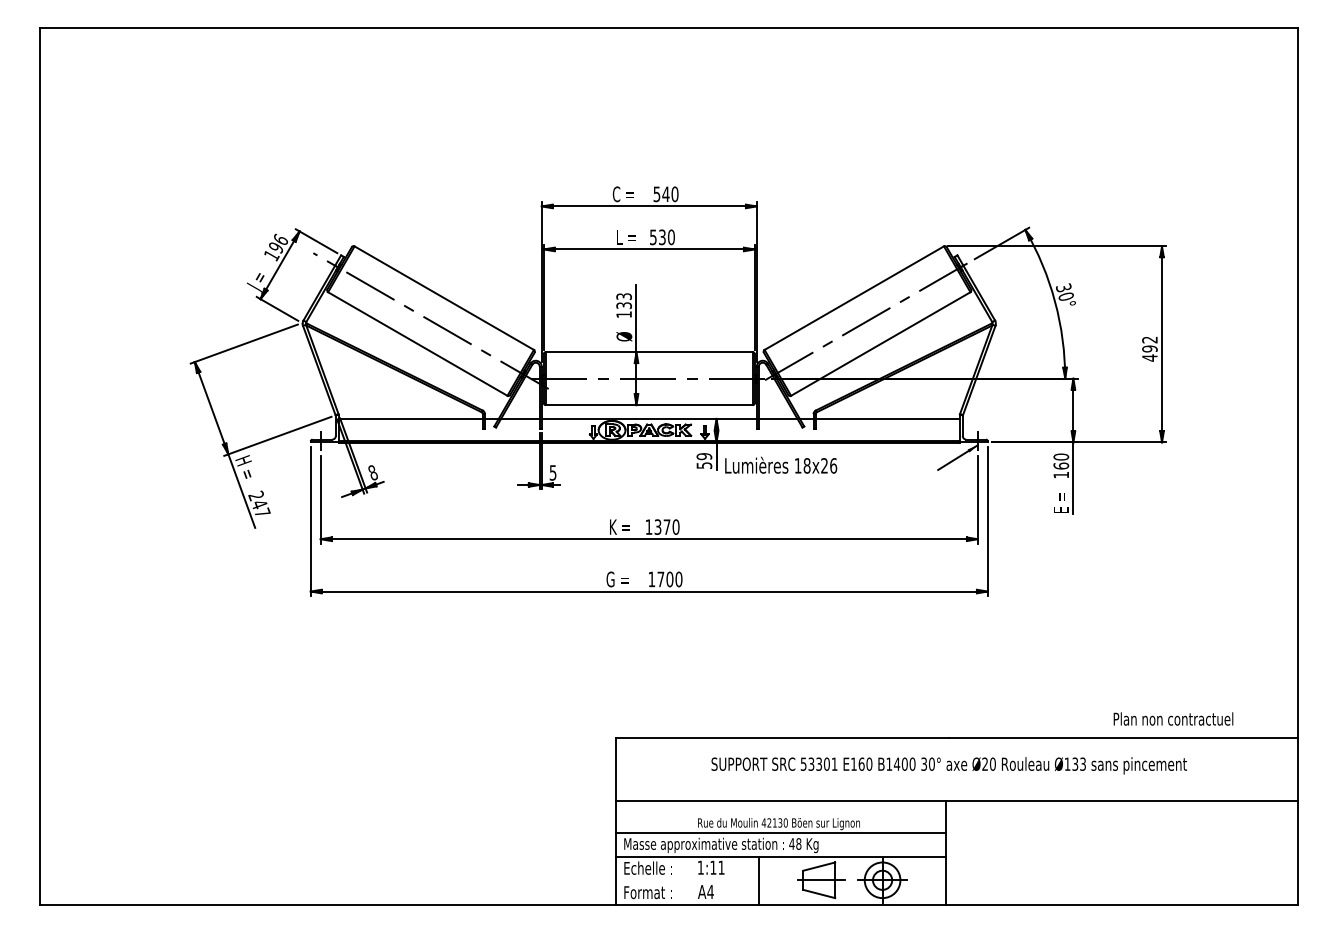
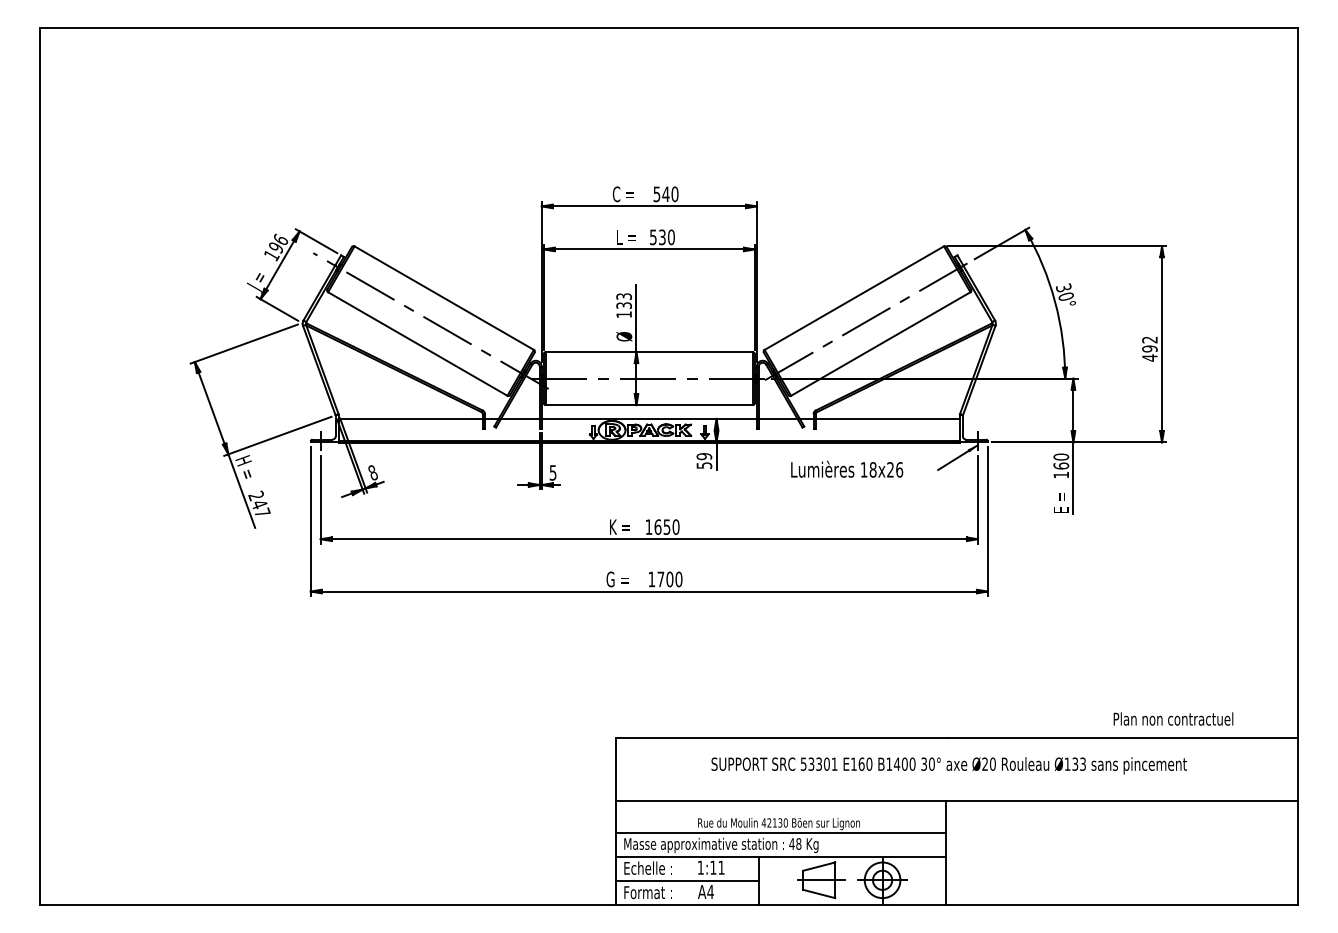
text at (781, 464) position: (781, 464) -> (847, 468)
text at (662, 527): 1370 -> 1650
line at (687, 880): none -> present
